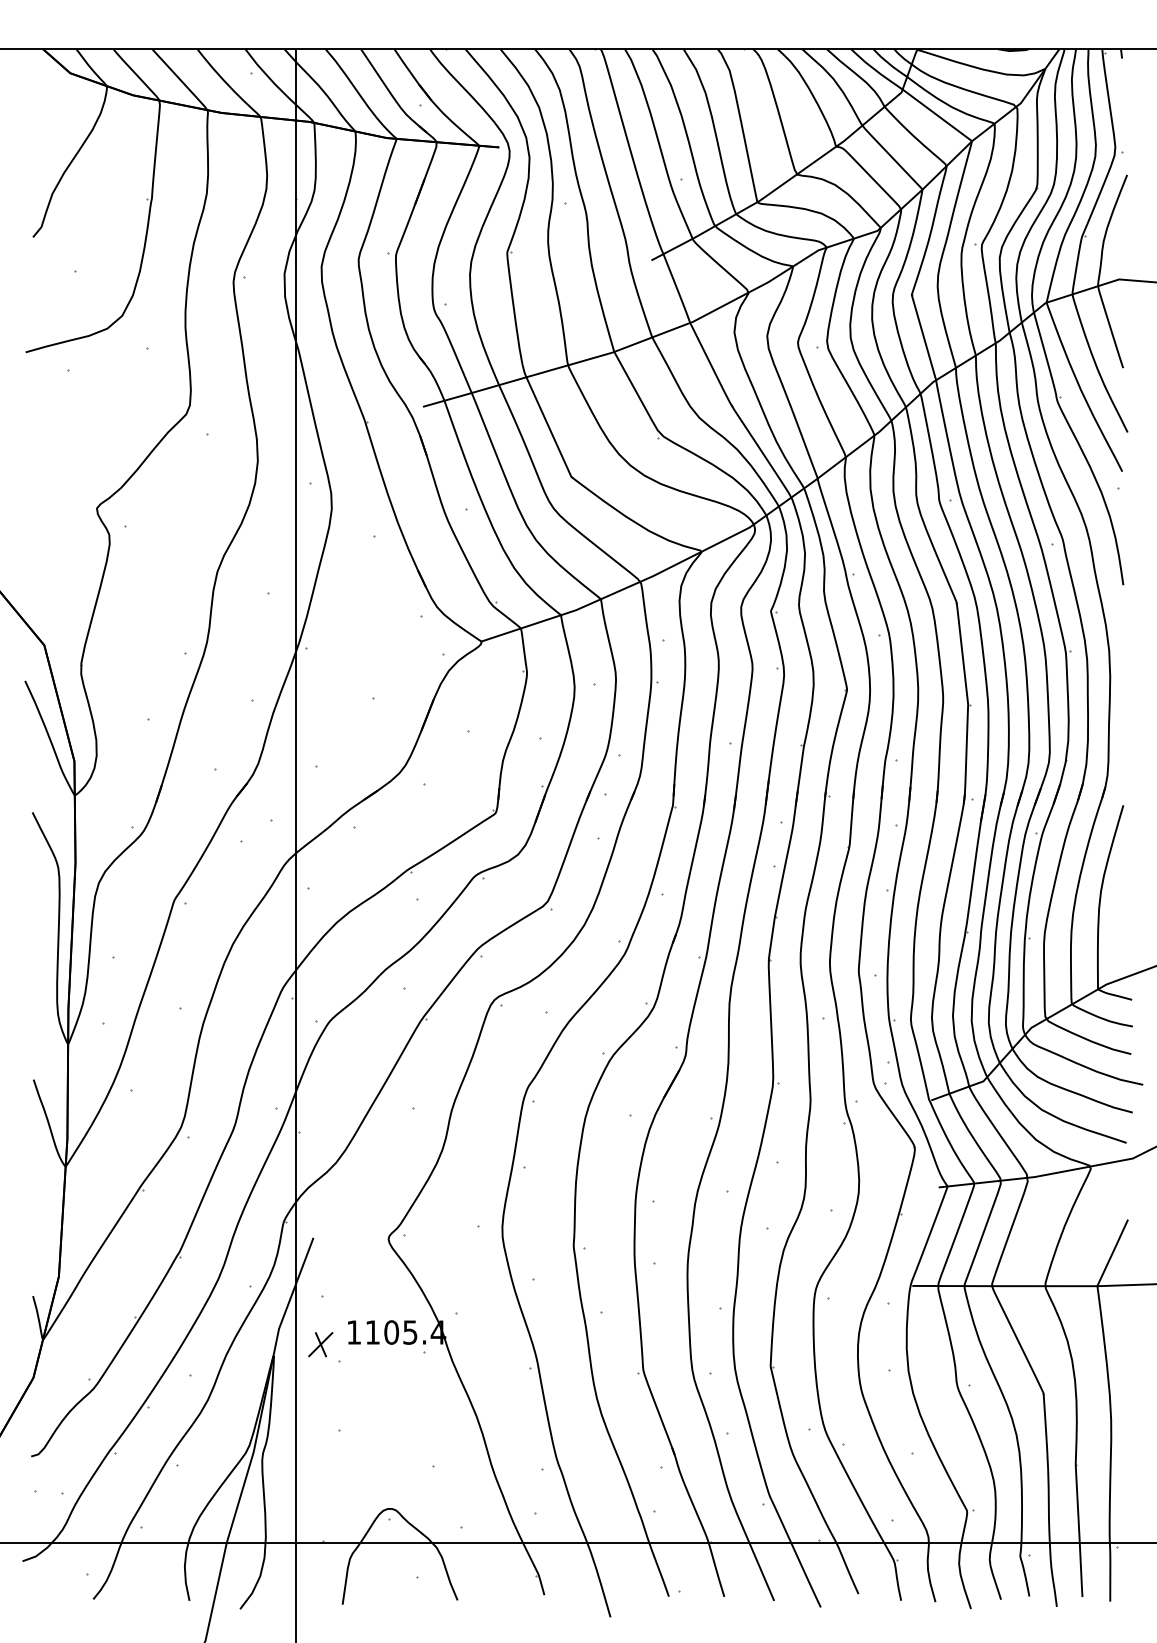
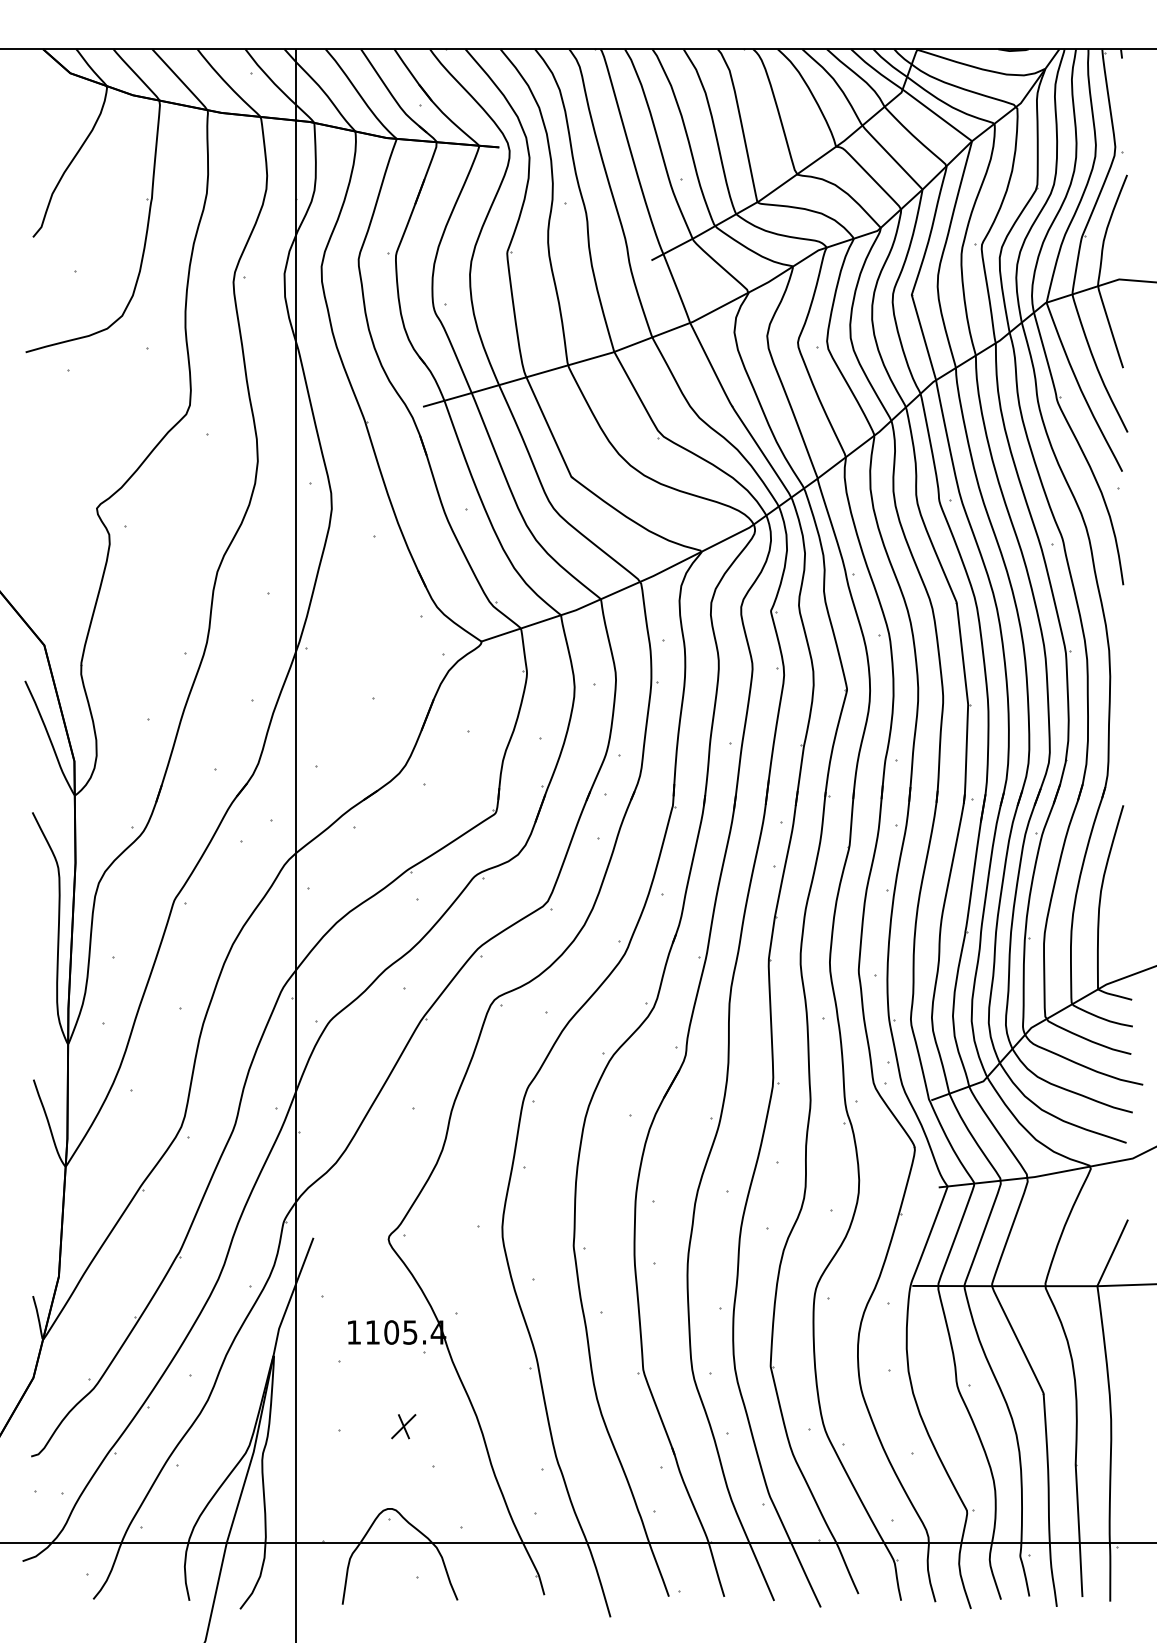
part at (320, 1344) position: (320, 1344) -> (403, 1426)
